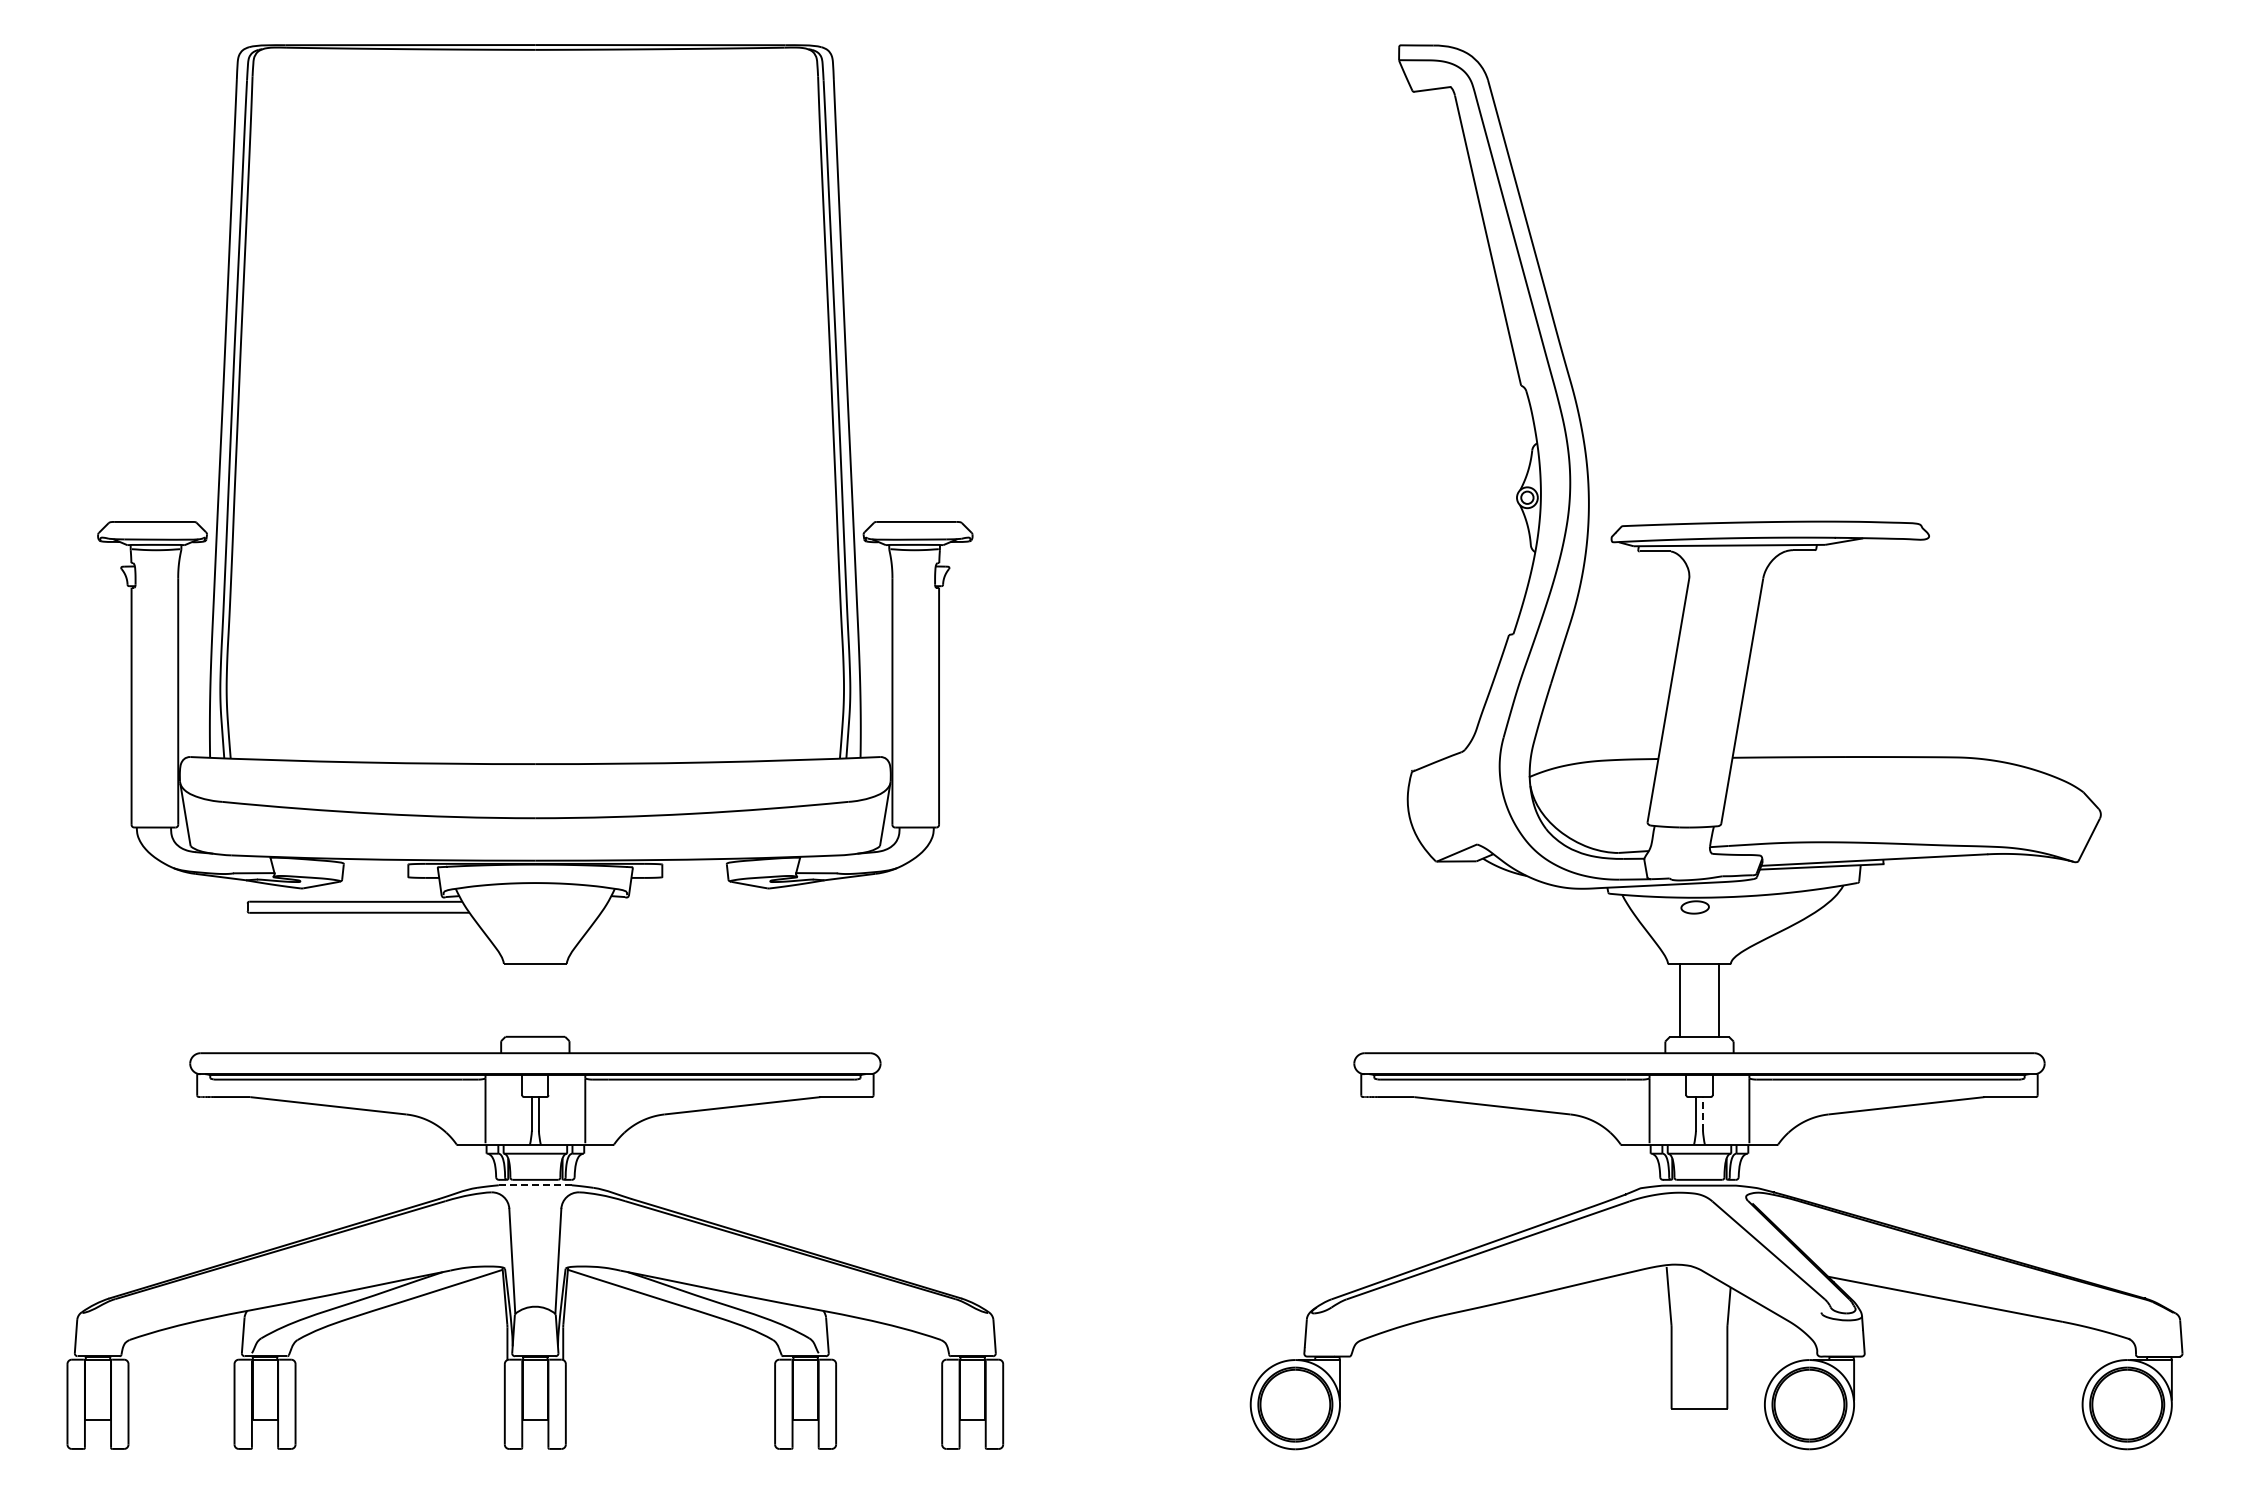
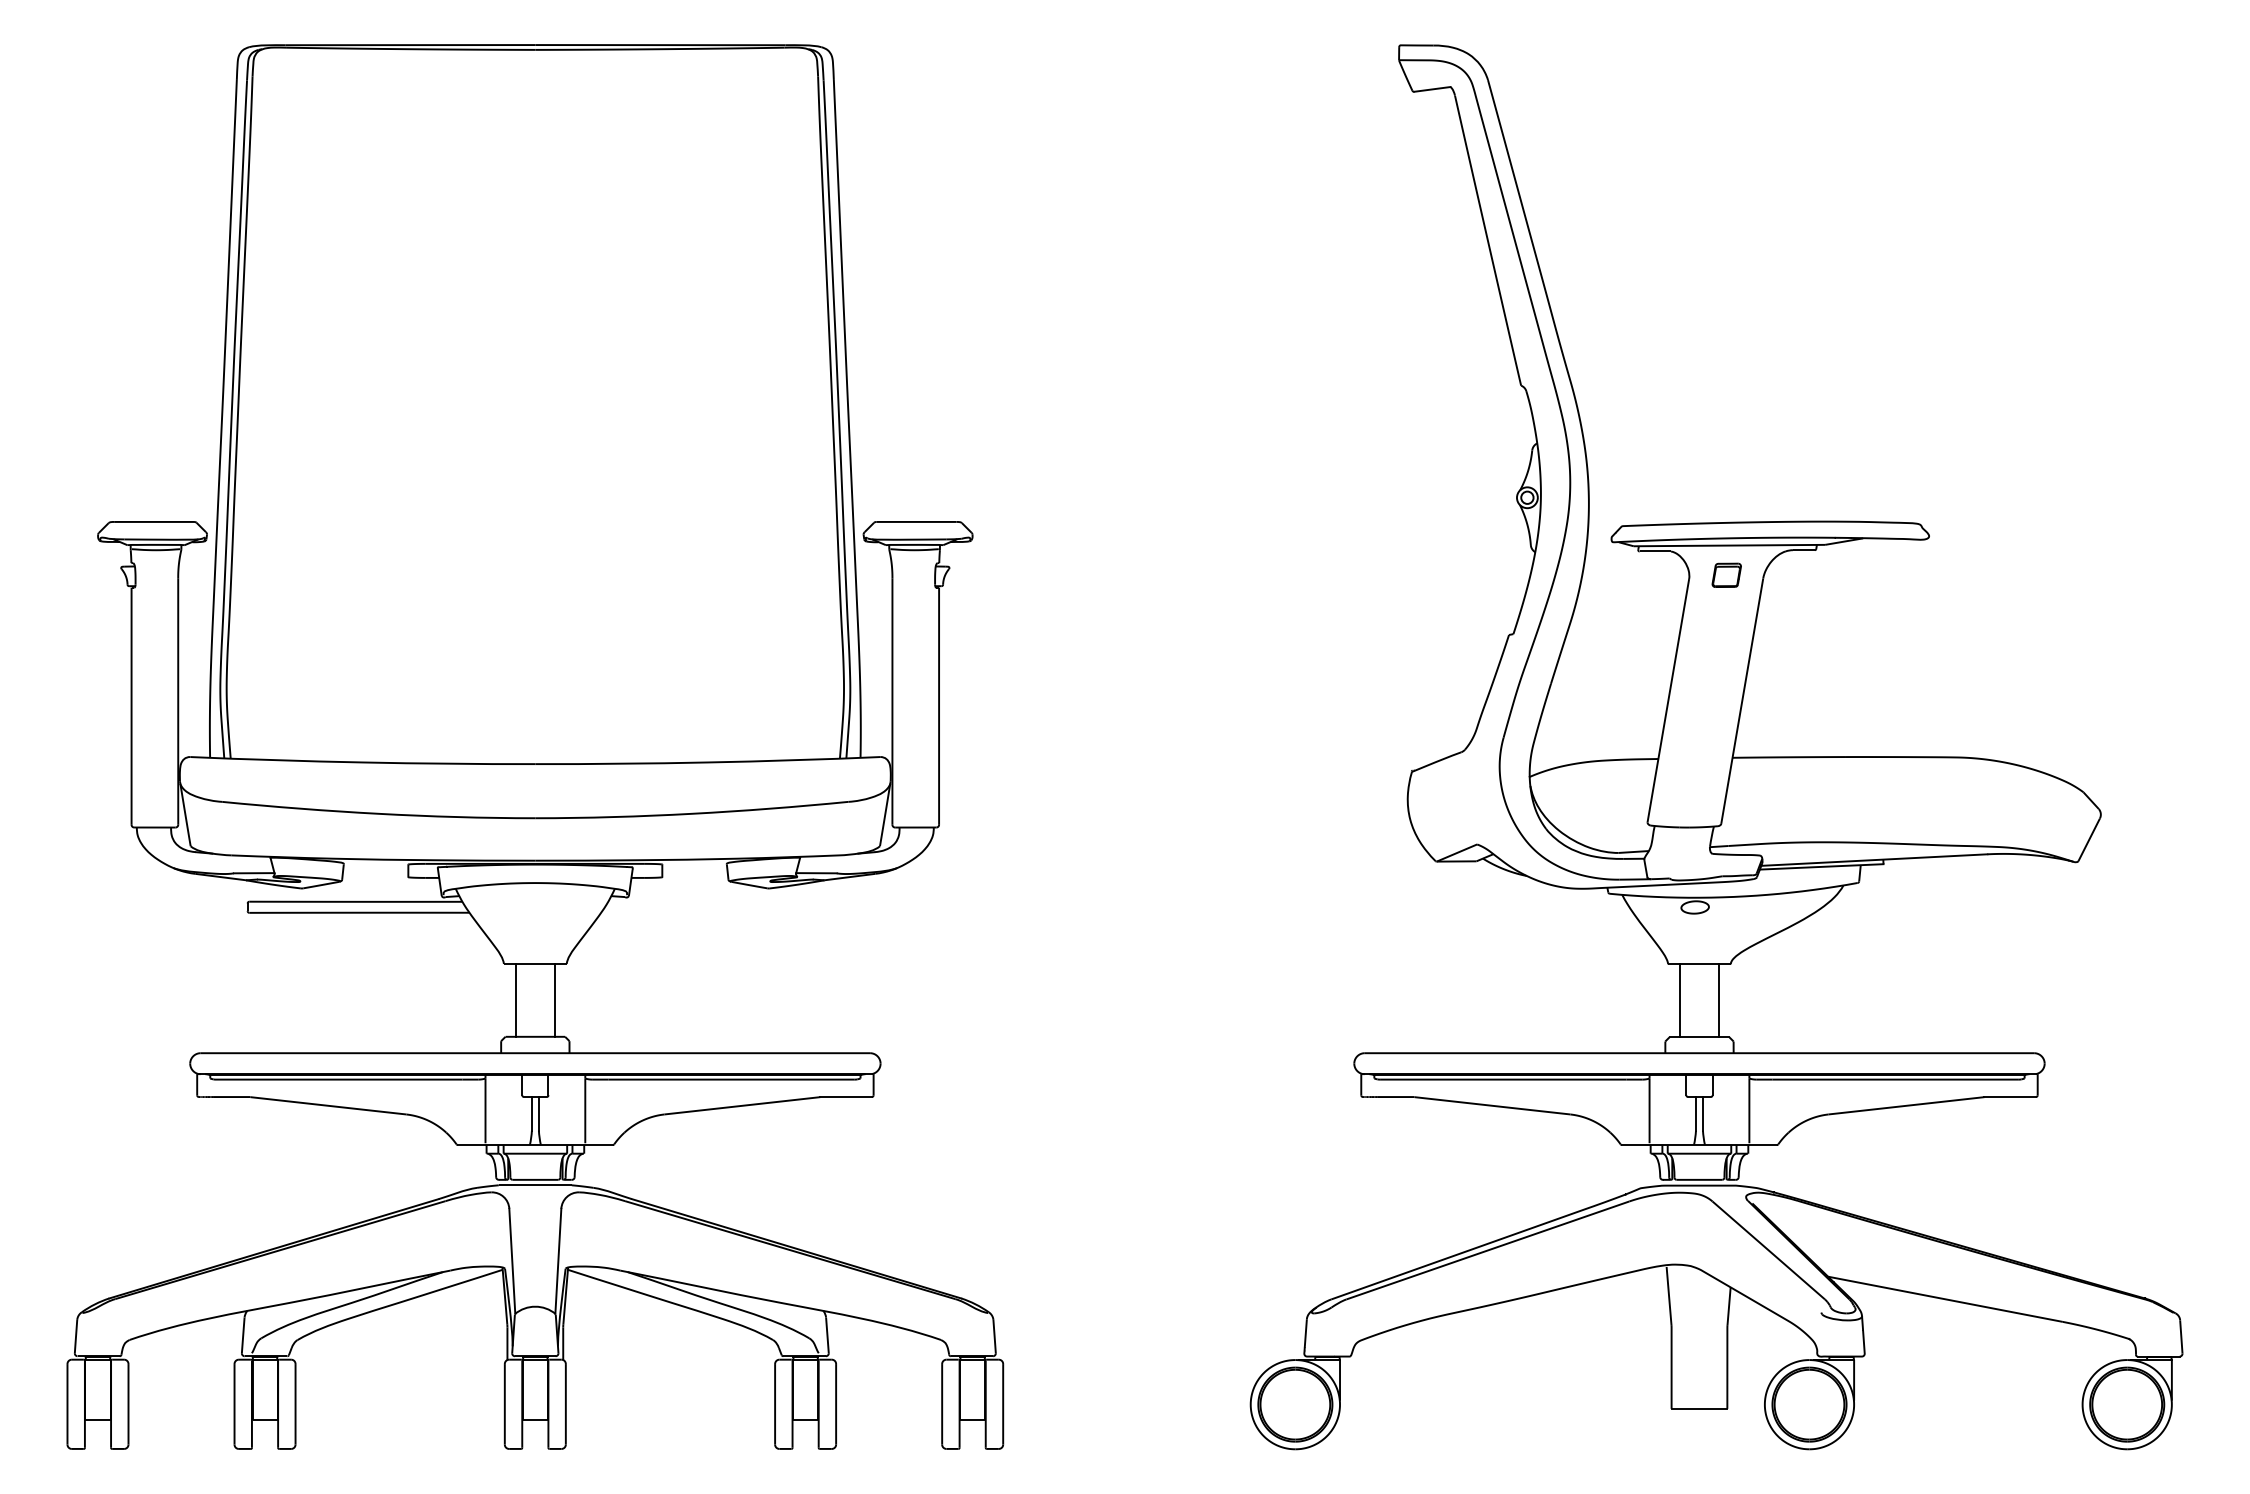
part at (1726, 574): none -> present
line at (516, 999): none -> present
line at (554, 999): none -> present
line at (1702, 1113): dashed -> solid
line at (535, 1185): dashed -> solid
